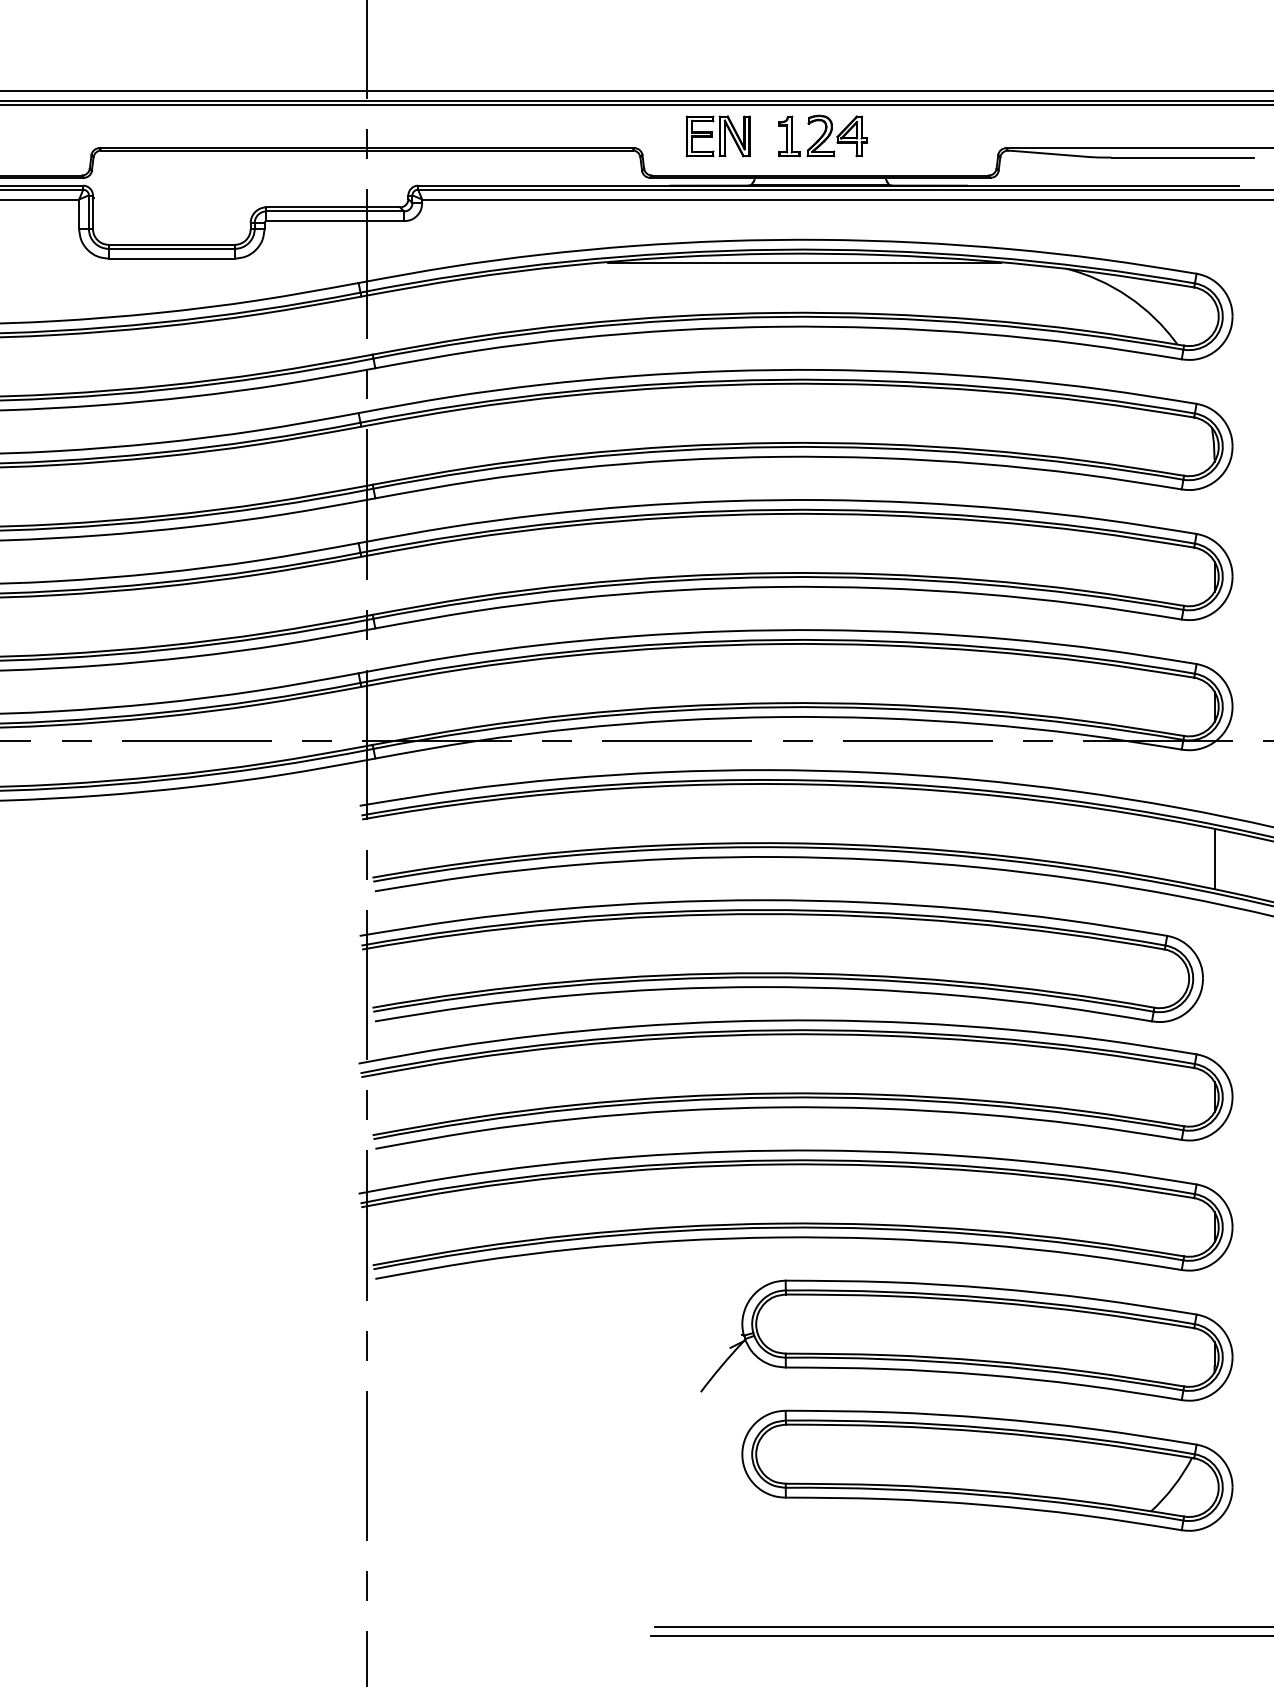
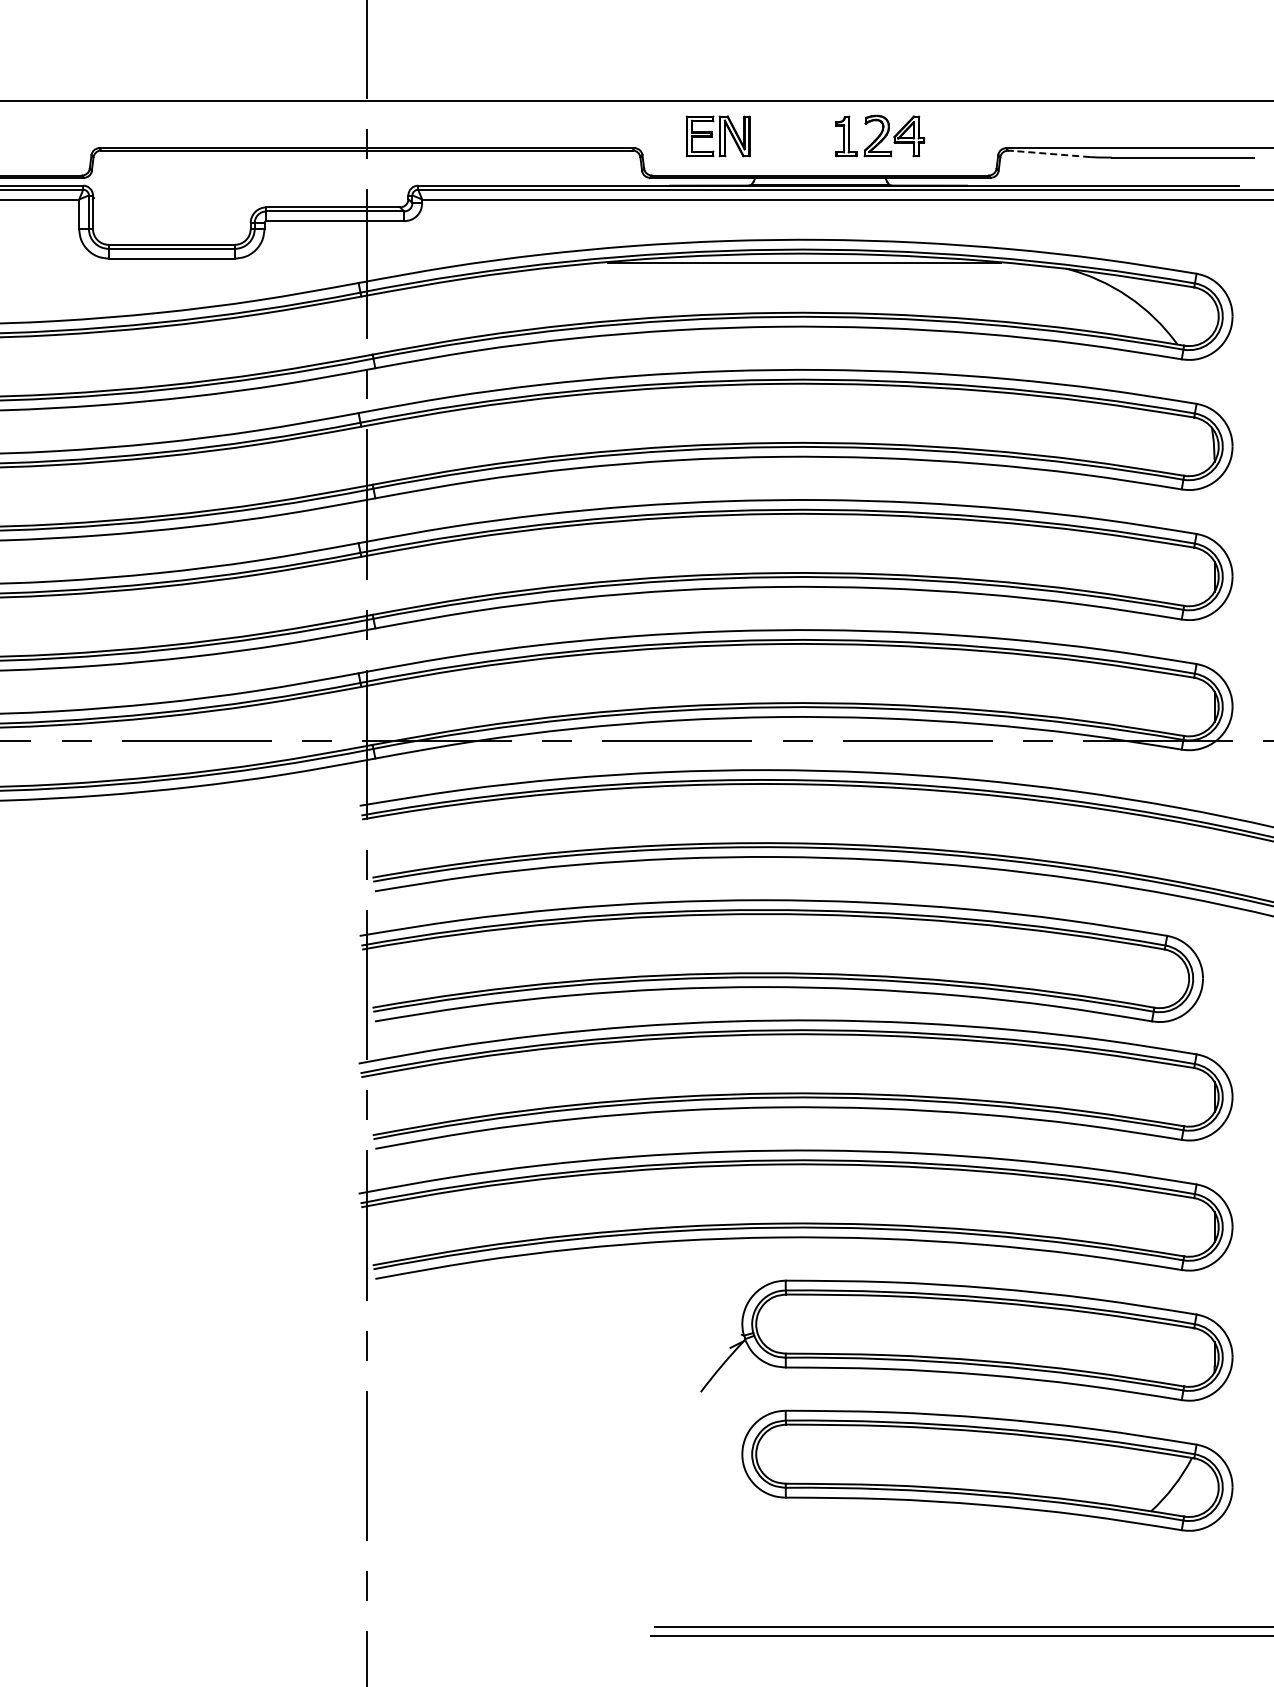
line at (636, 91): present -> none
line at (636, 104): present -> none
part at (823, 135) position: (823, 135) -> (880, 135)
line at (1051, 154): solid -> dashed
line at (1214, 858): present -> none
